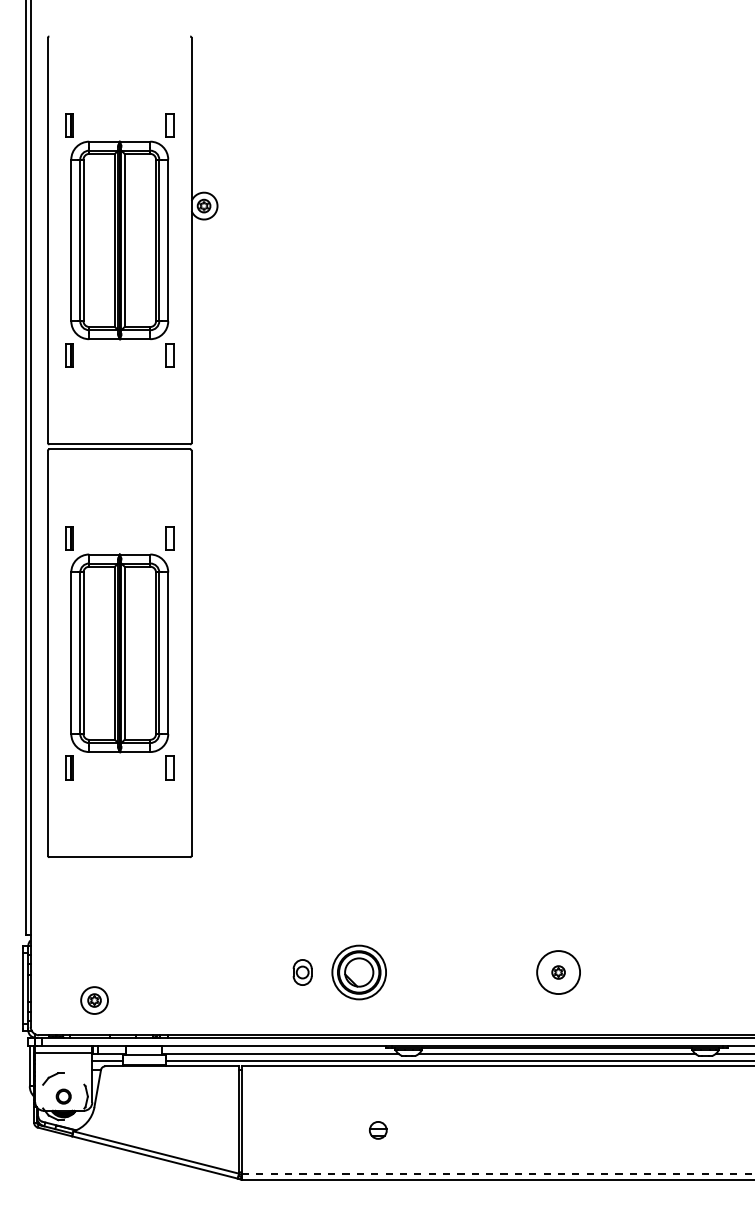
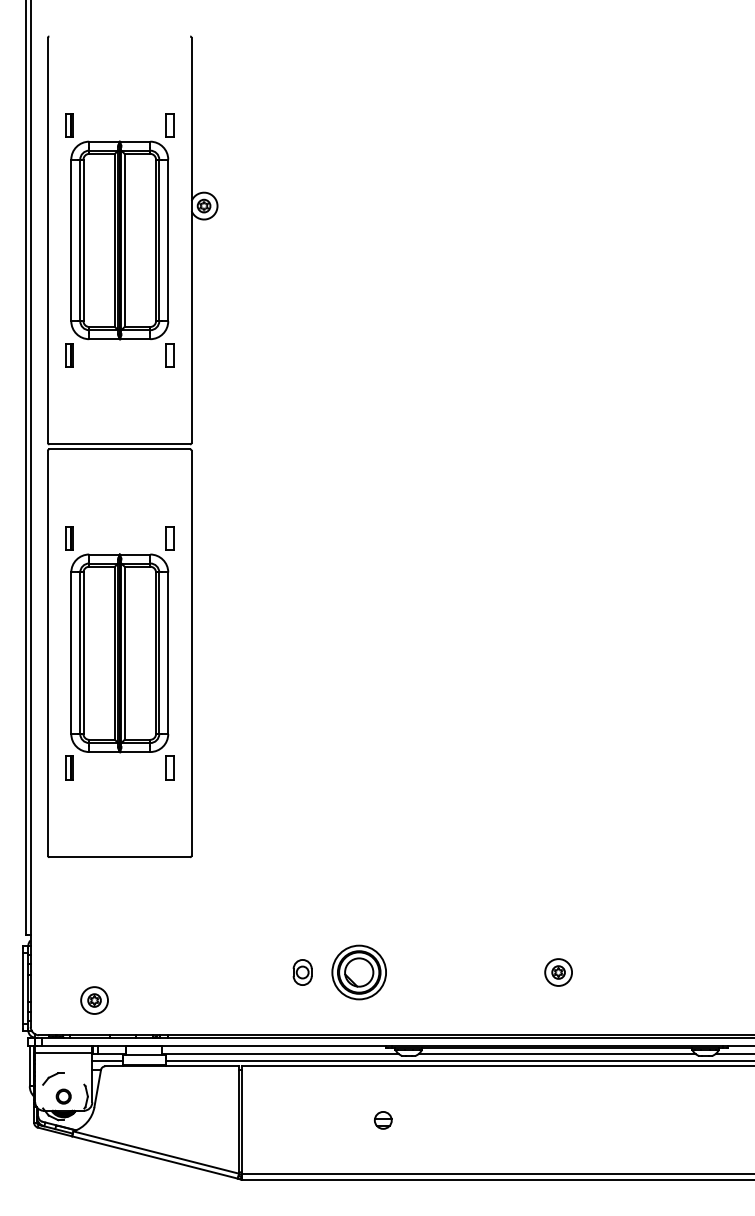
circle at (558, 972) diameter: 43 px -> 27 px
part at (378, 1130) position: (378, 1130) -> (383, 1120)
line at (498, 1174): dashed -> solid
